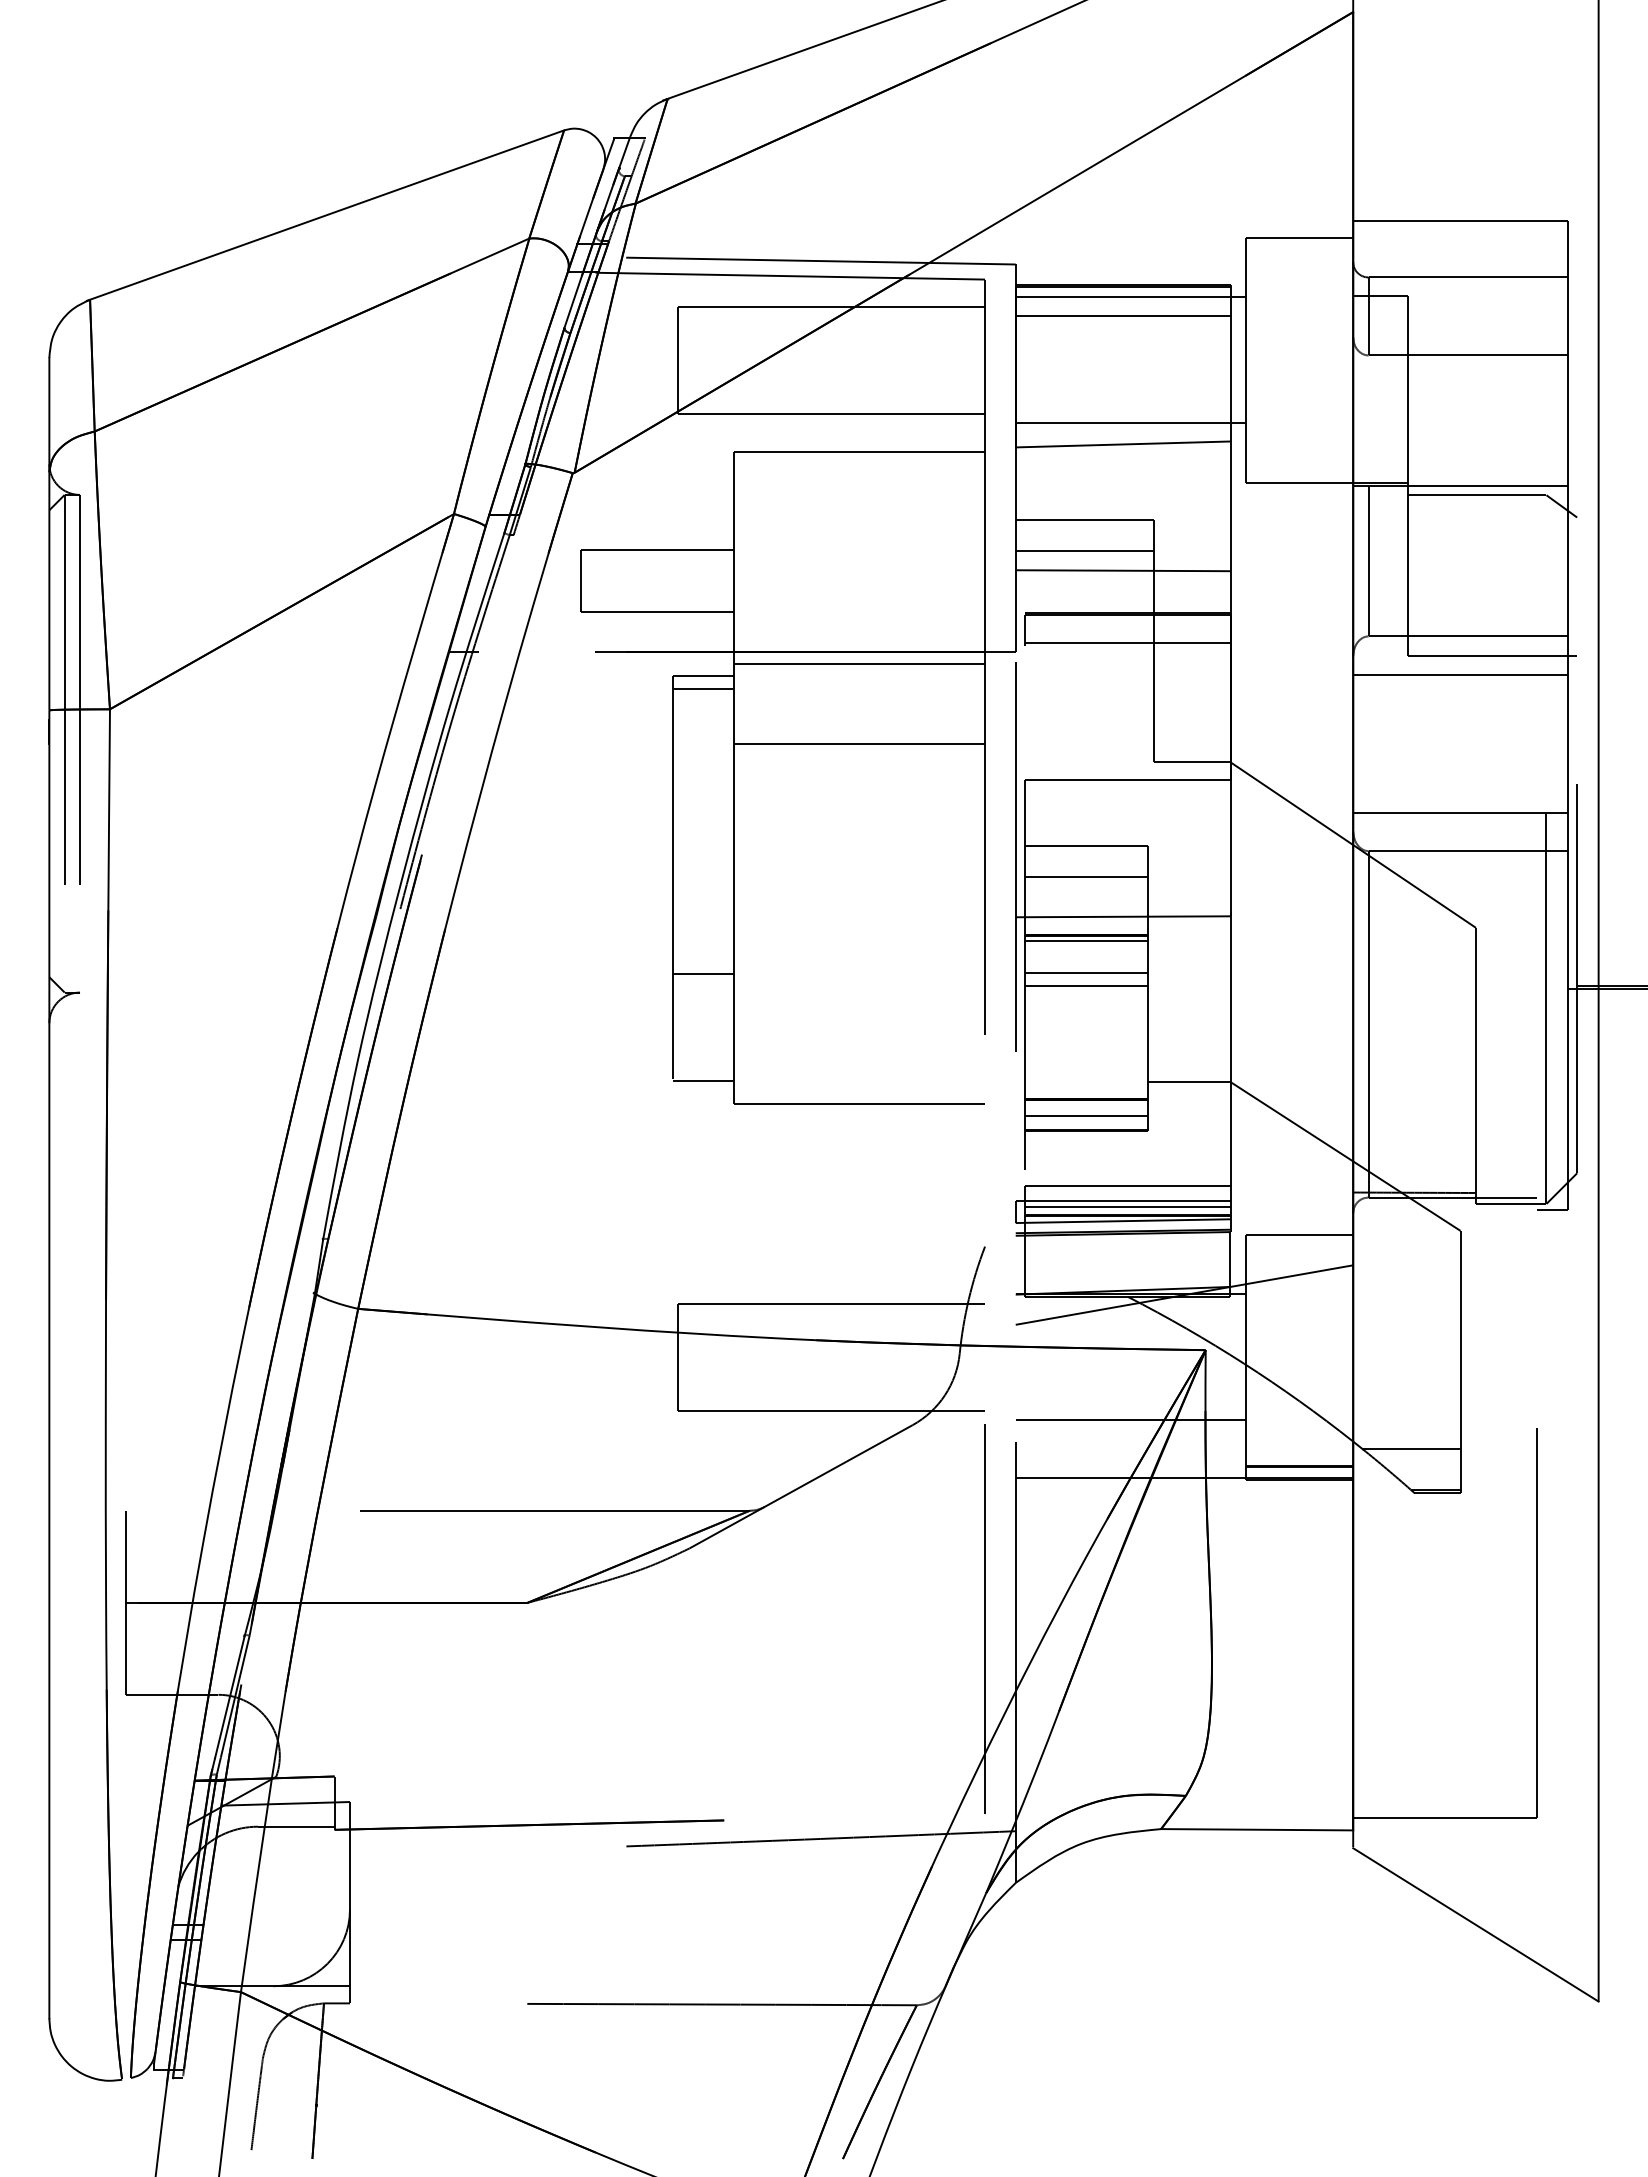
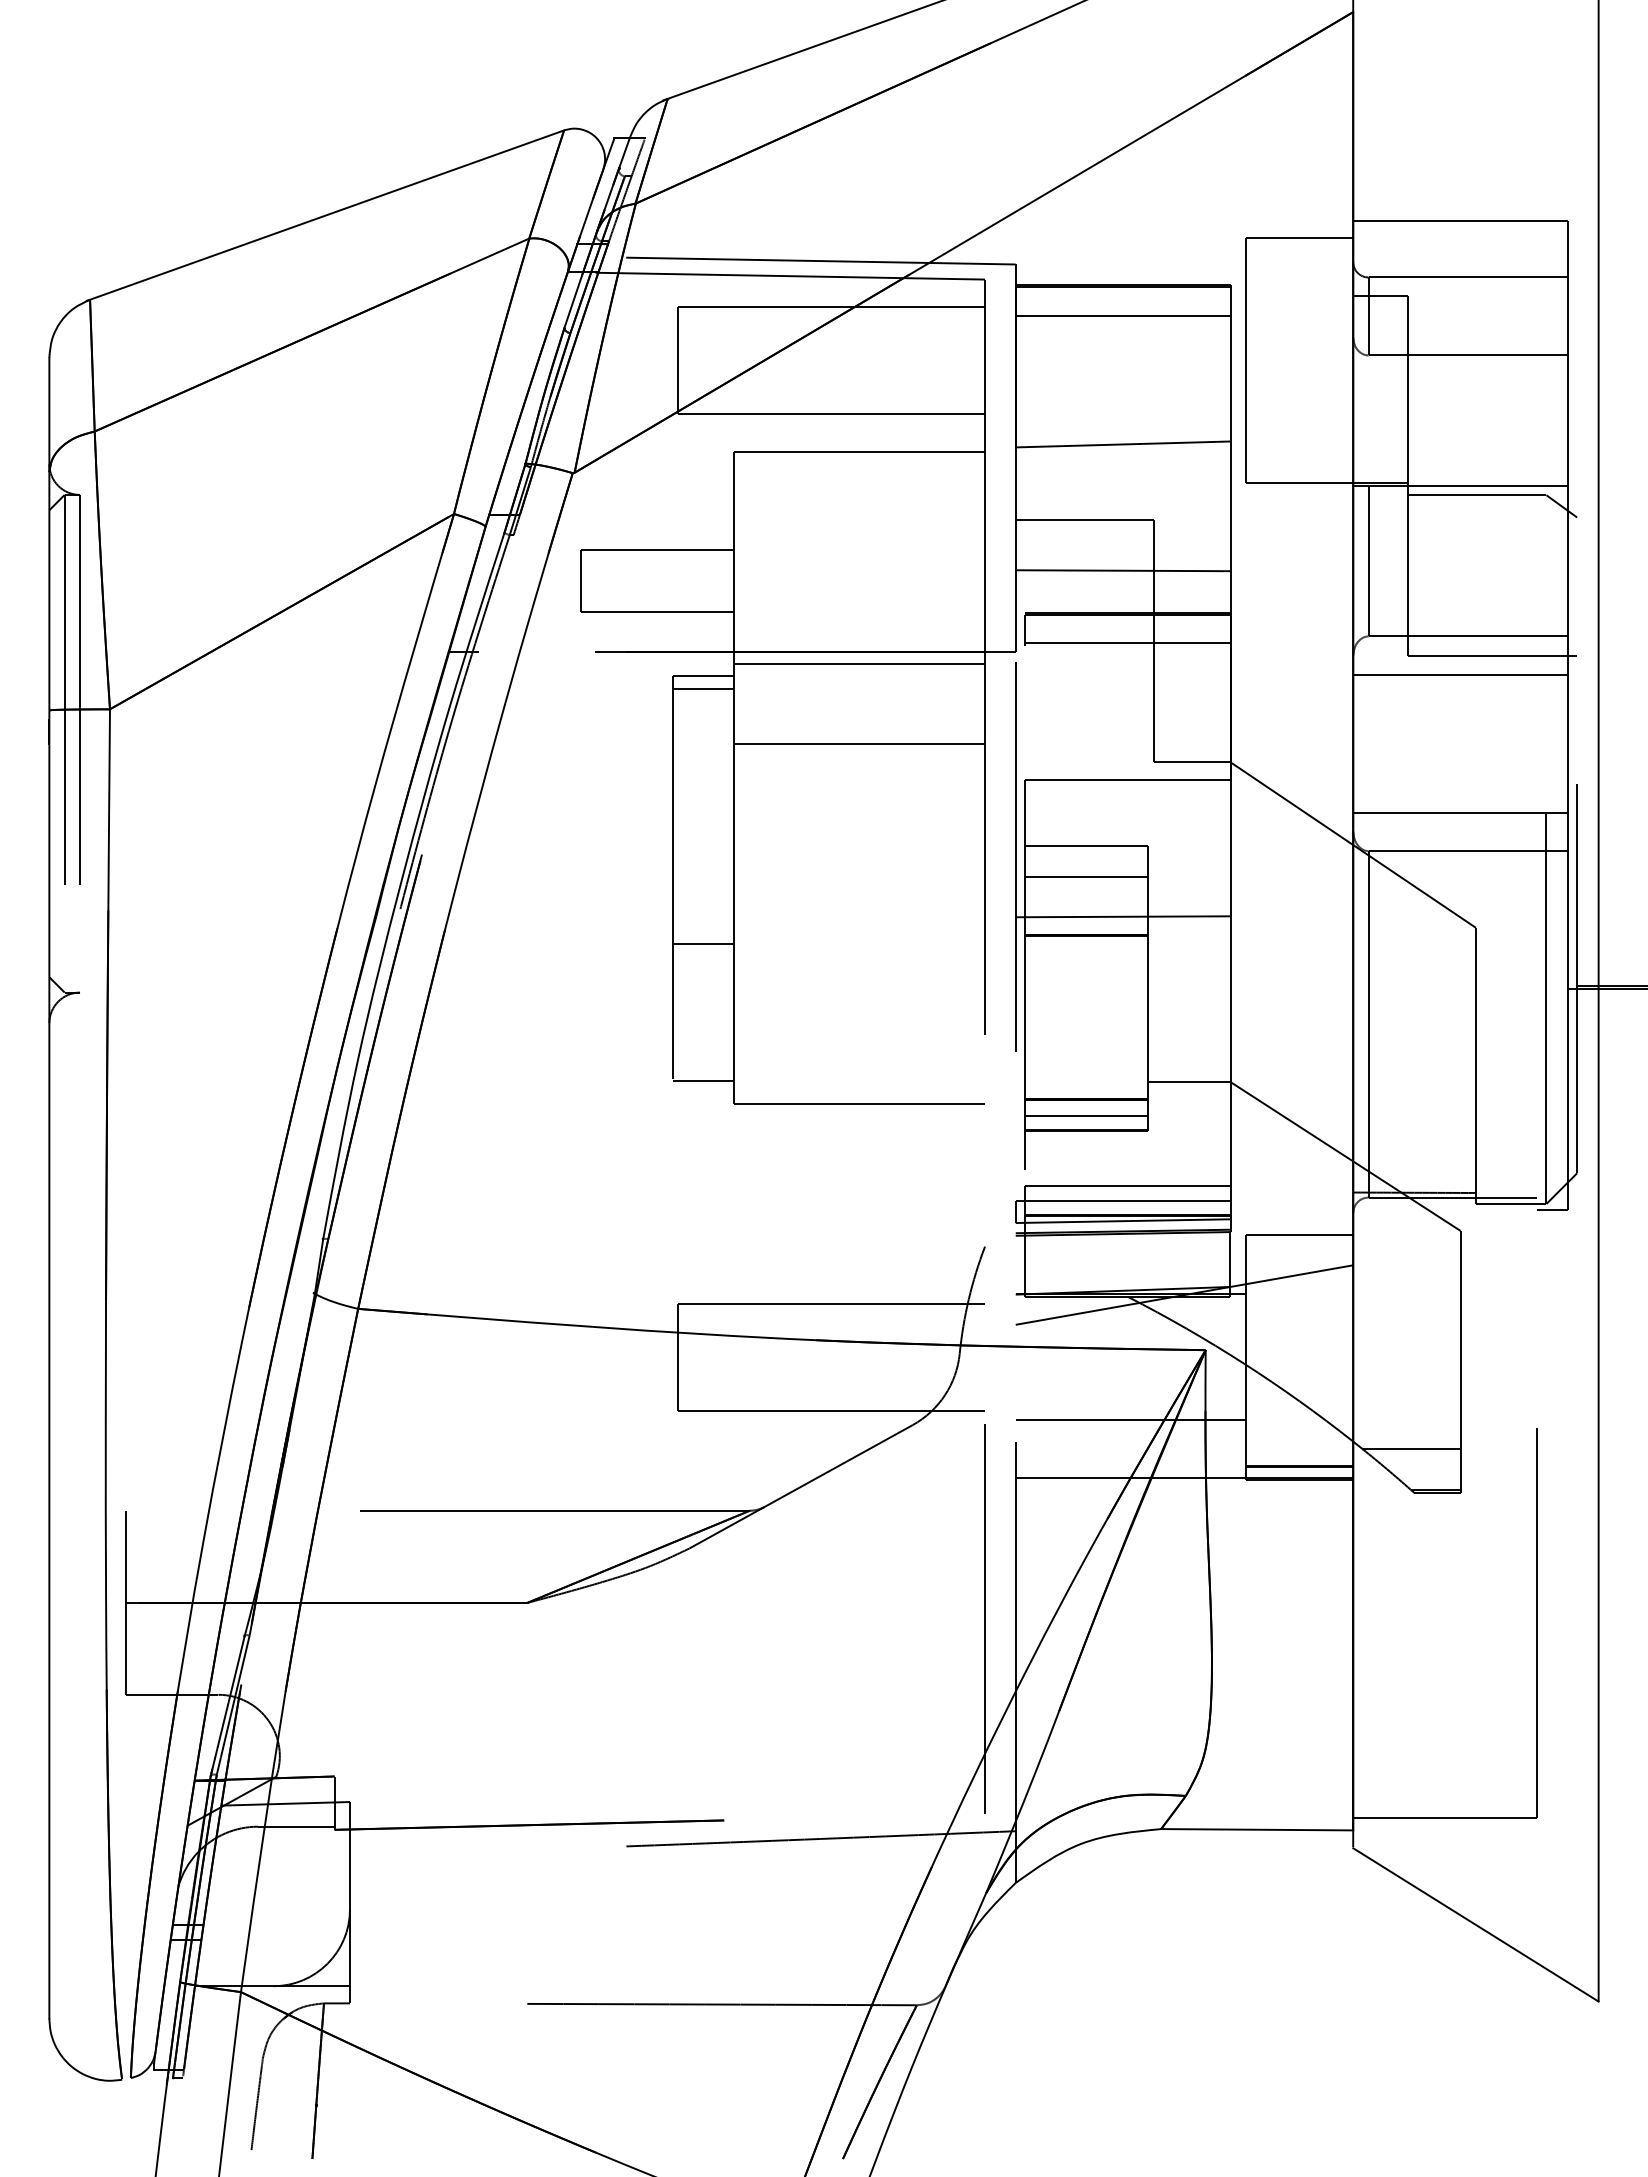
line at (1130, 297): present -> none
line at (1130, 423): present -> none
line at (1084, 550): present -> none
line at (1085, 941): present -> none
line at (1085, 972): present -> none
line at (703, 973) position: (703, 973) -> (703, 943)
line at (1085, 986): present -> none
line at (1127, 1207): present -> none
